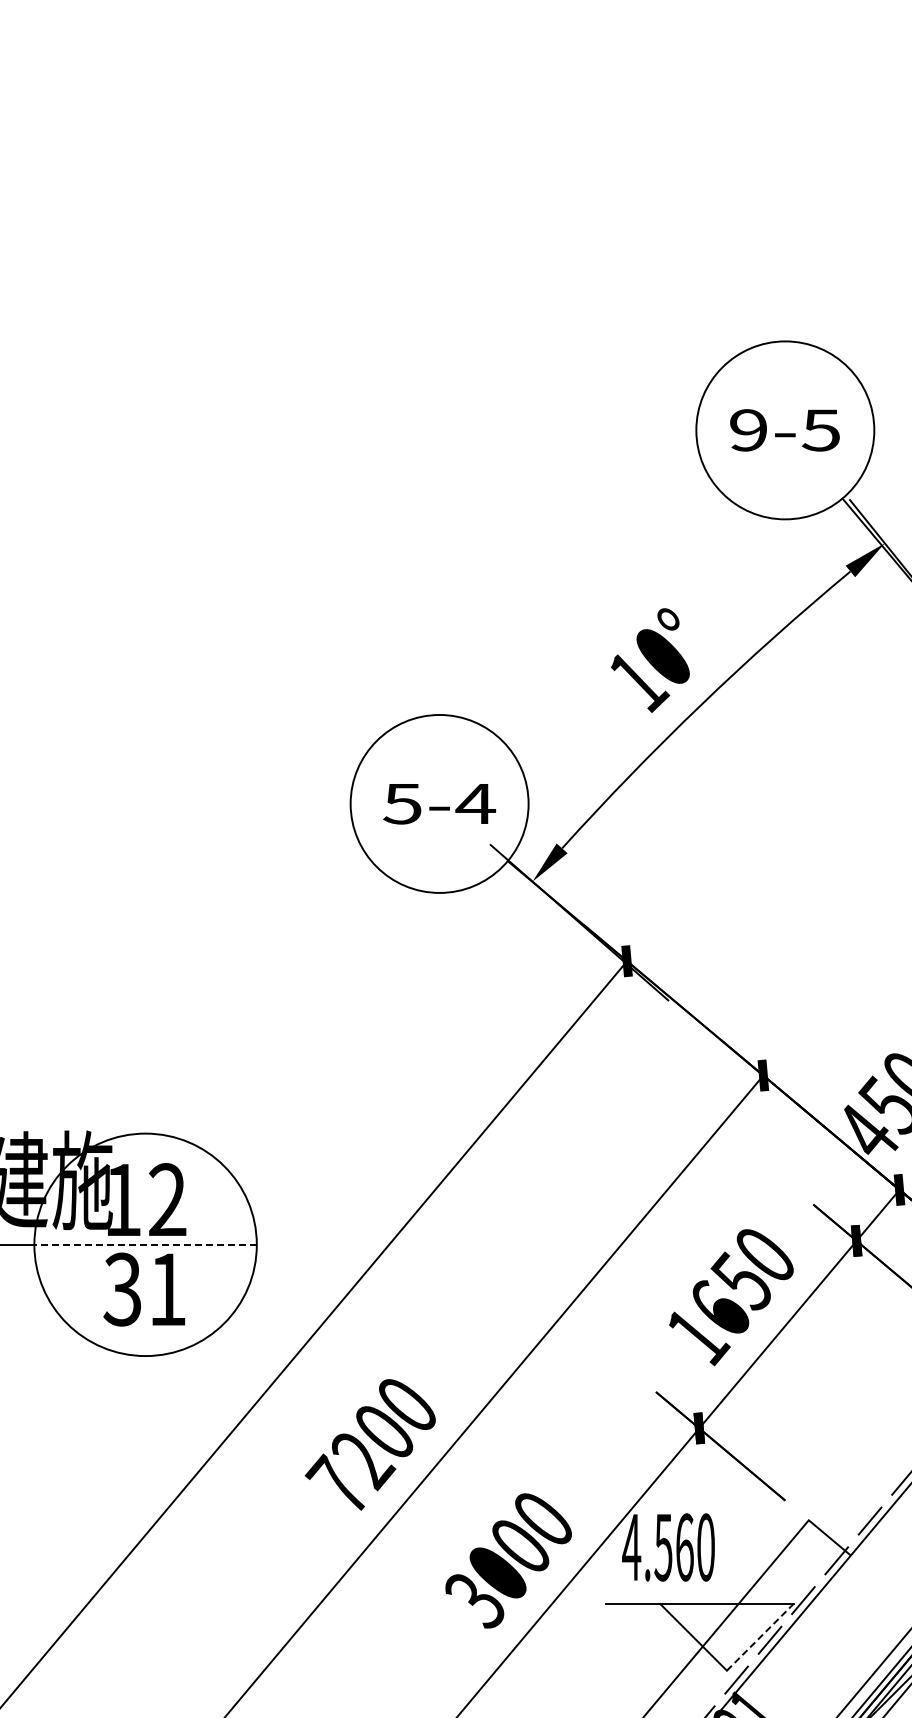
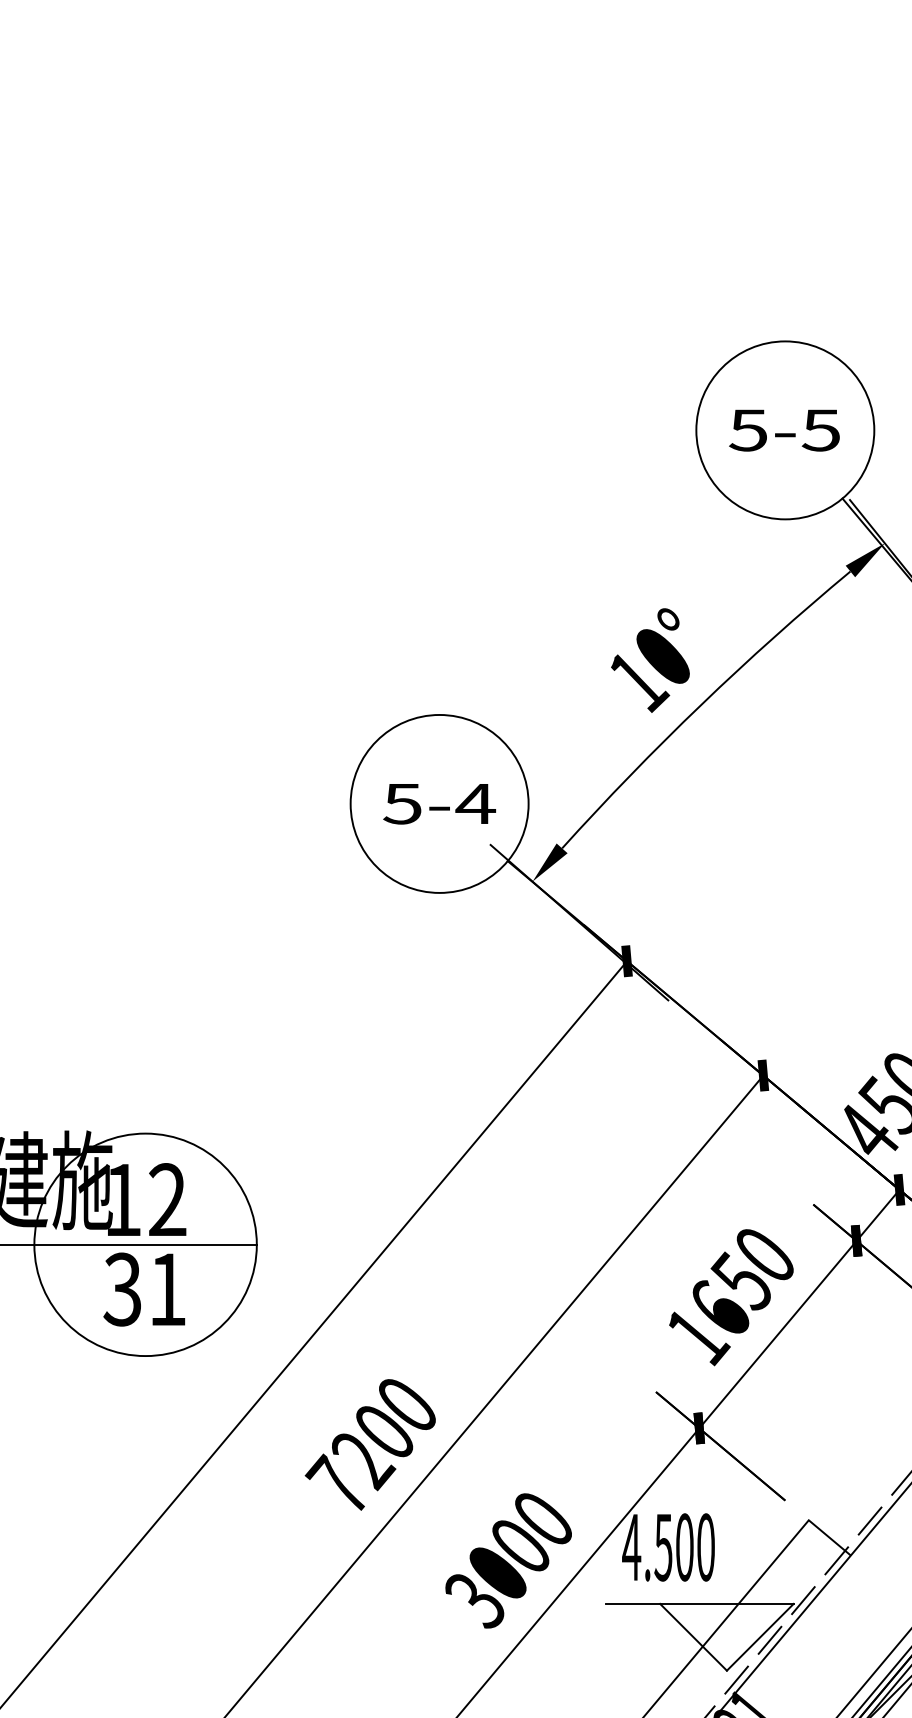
text at (747, 430): 9-5 -> 5-5
line at (145, 1244): dashed -> solid
text at (684, 1547): 4.560 -> 4.500
line at (760, 1636): dashed -> solid
